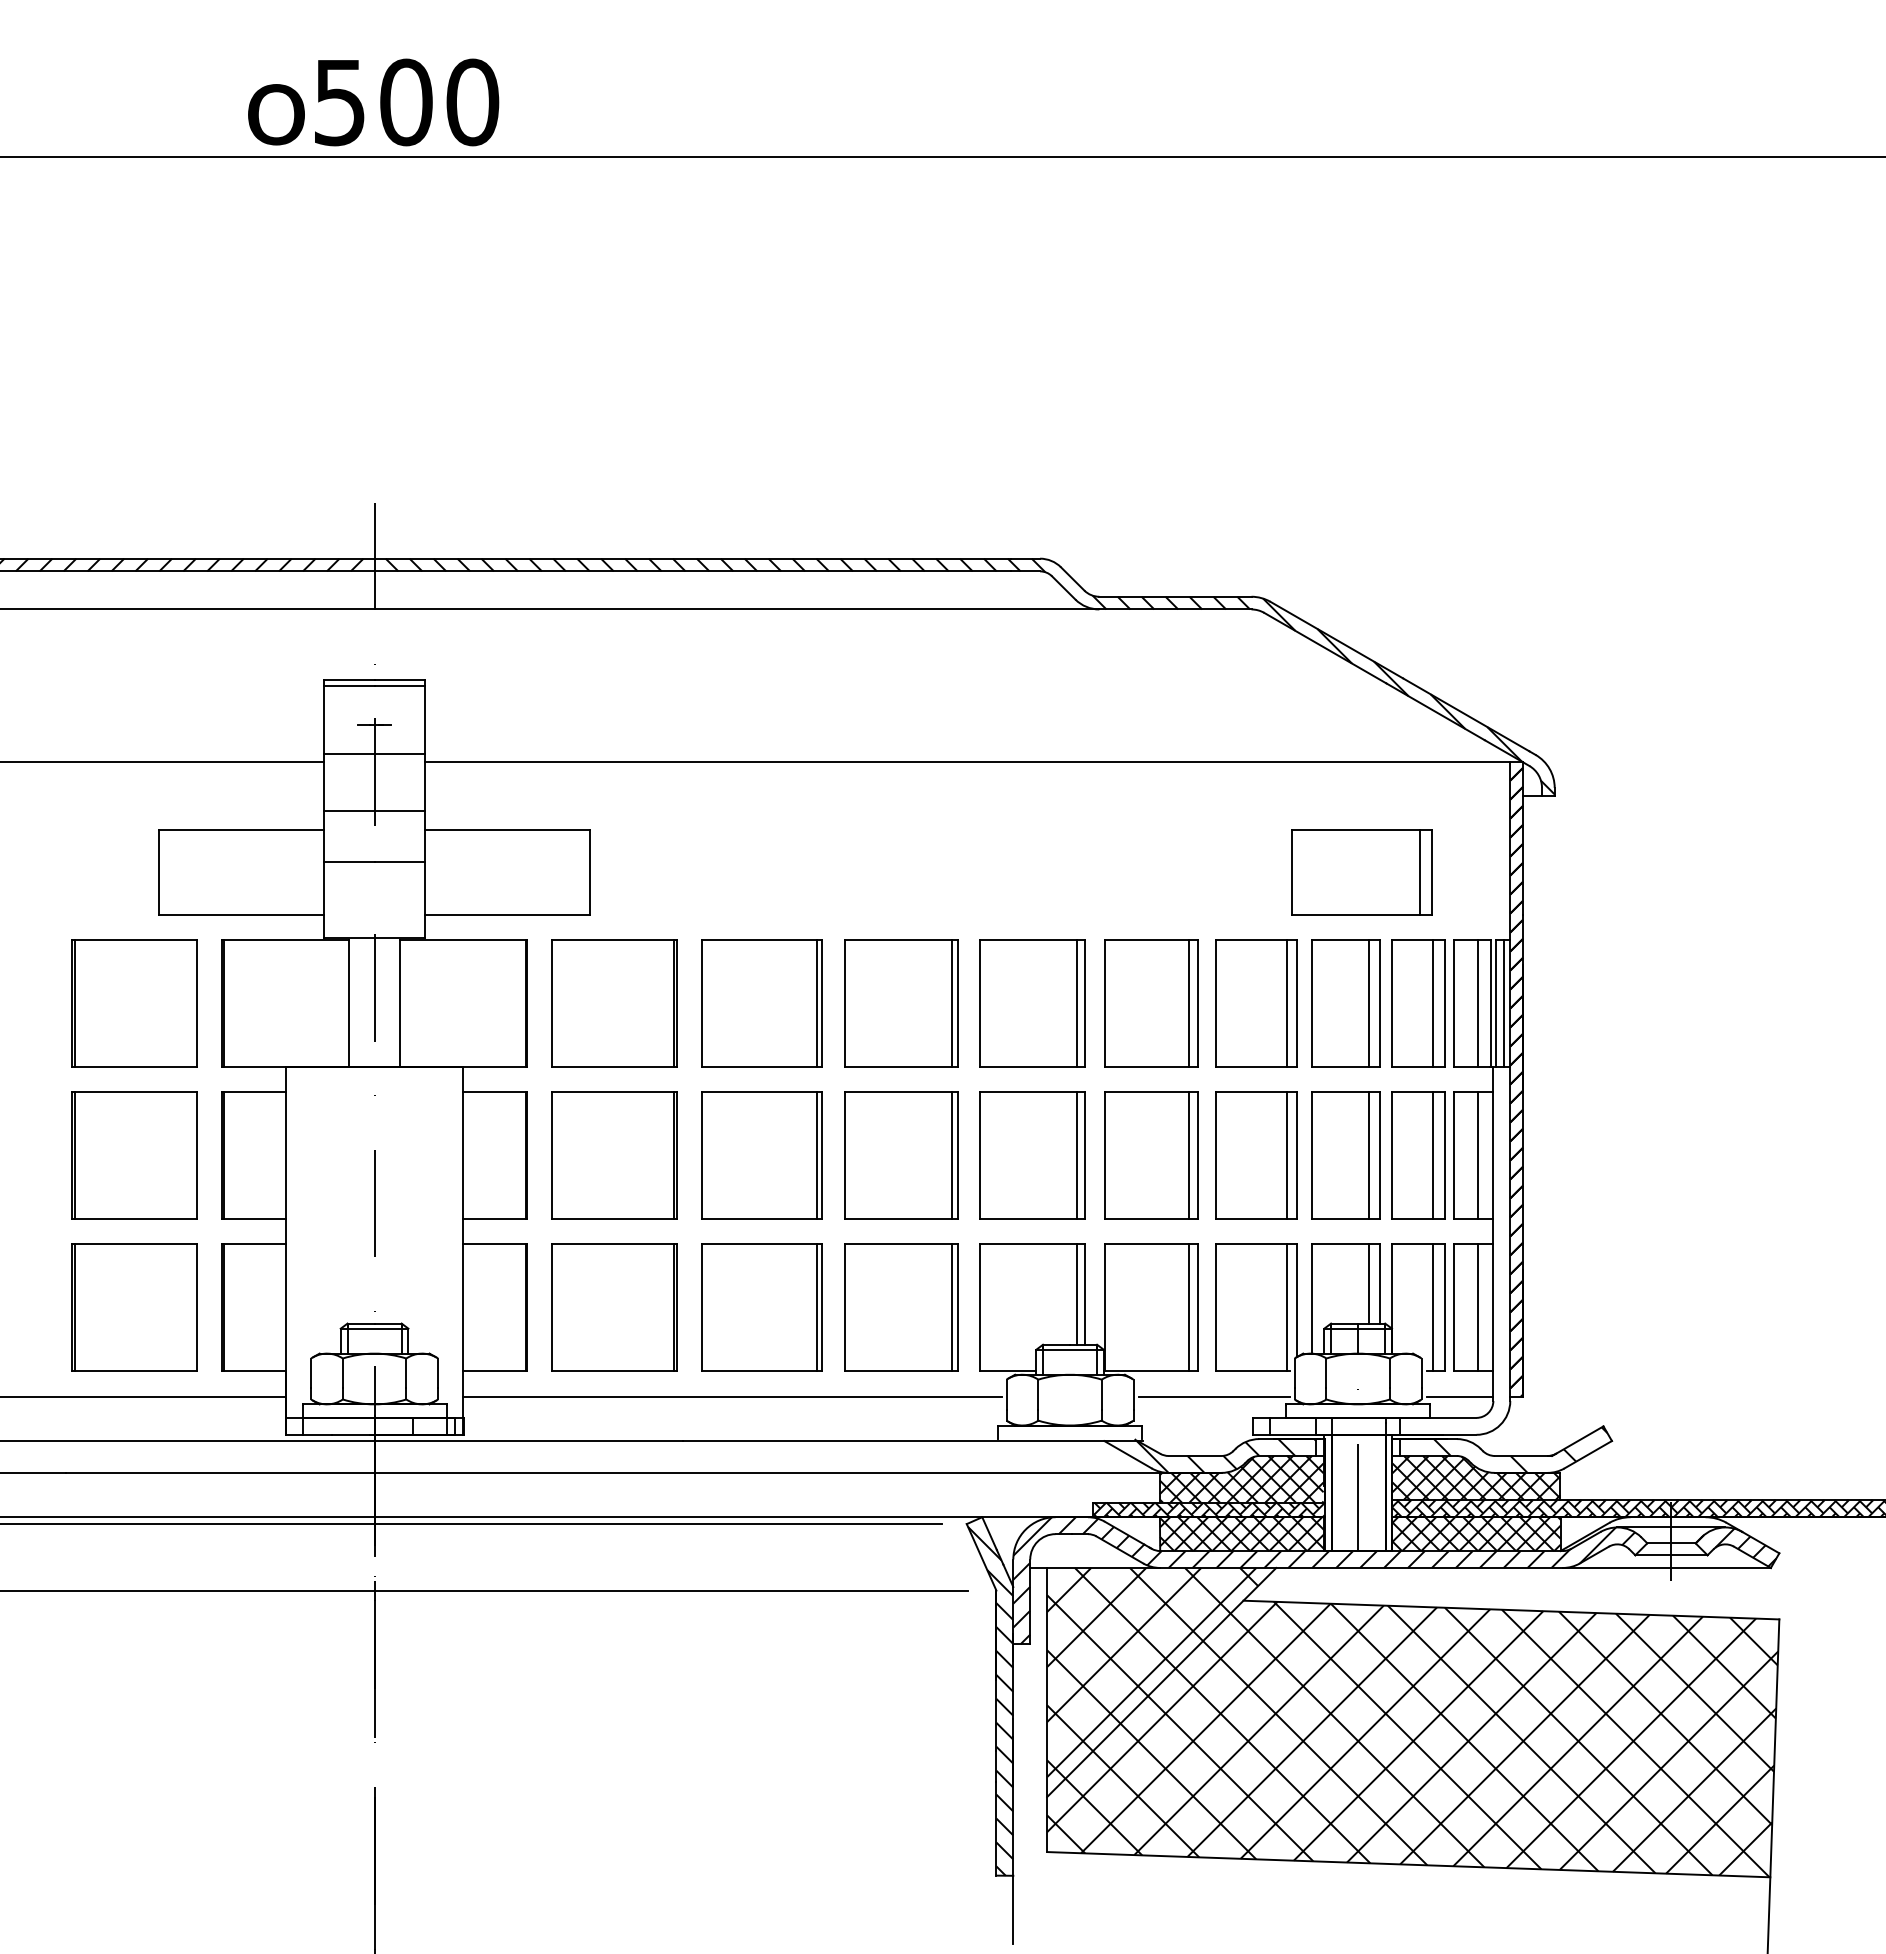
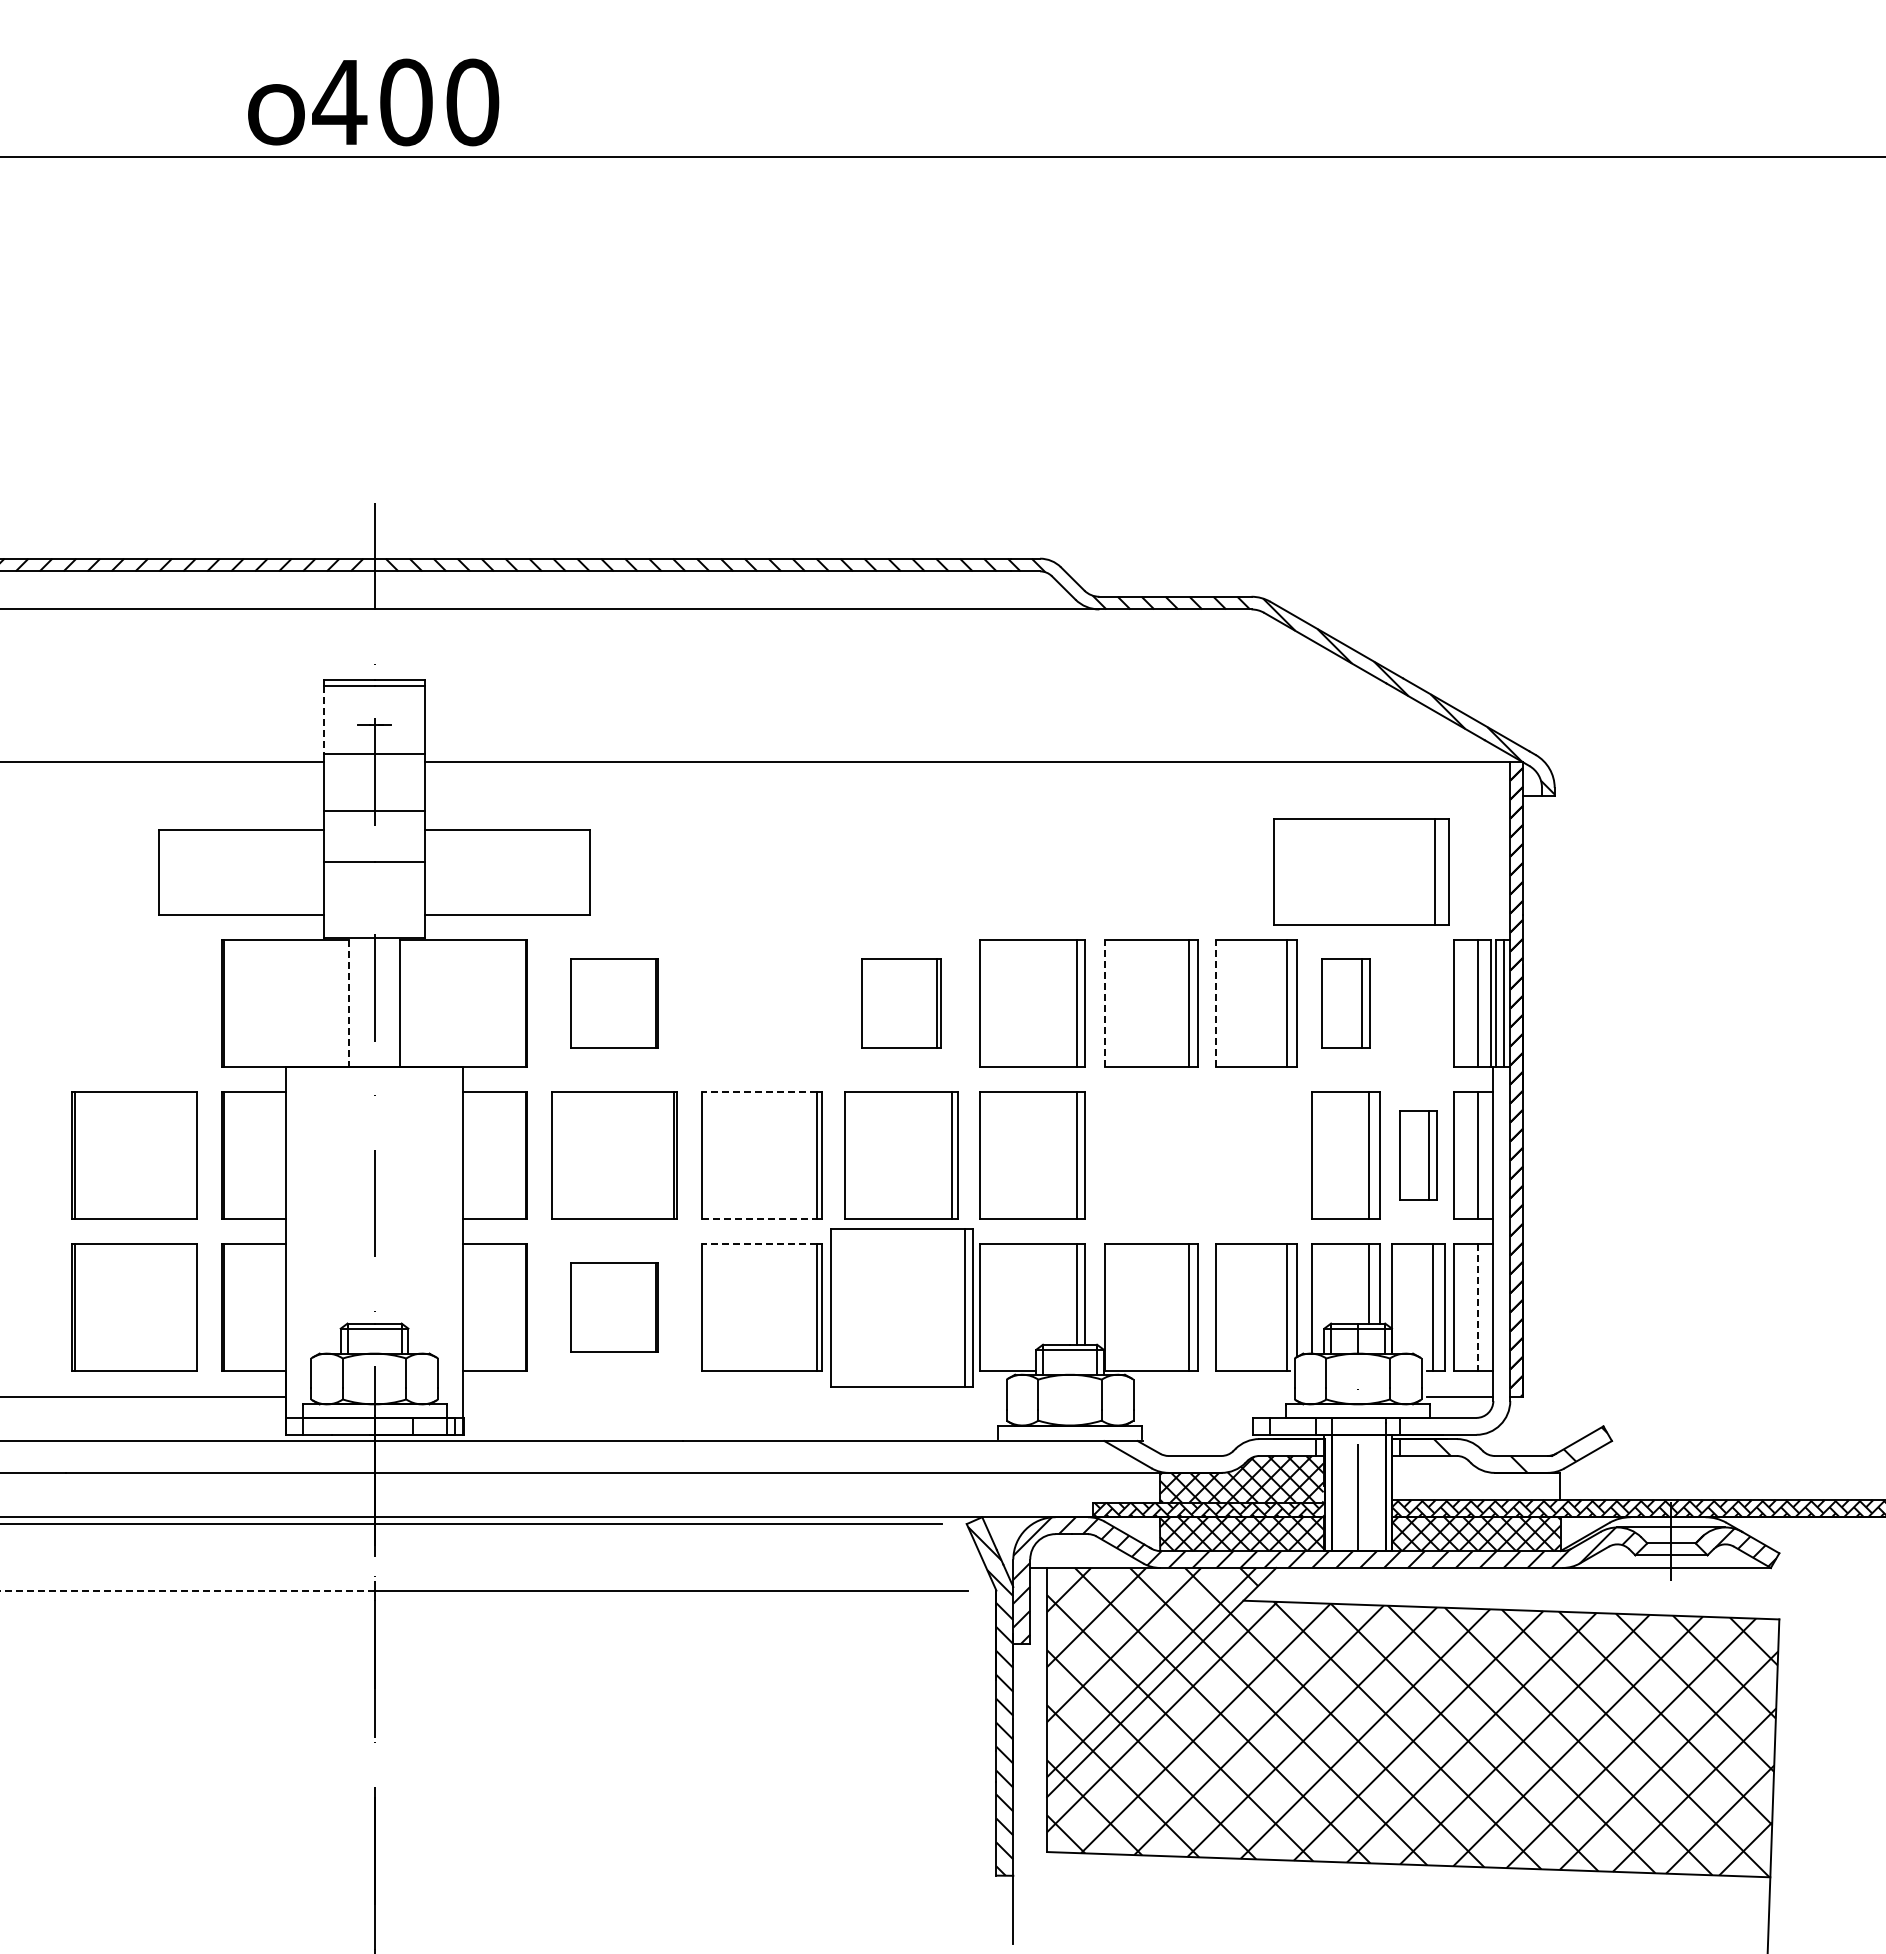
text at (339, 103): 500 -> 400
line at (323, 720): solid -> dashed
part at (1361, 872) size: 142x87 px -> 177x108 px
line at (1104, 1002): solid -> dashed
line at (1215, 1002): solid -> dashed
part at (134, 1003): present -> none
line at (349, 1003): solid -> dashed
part at (614, 1003) size: 127x129 px -> 89x91 px
part at (761, 1003): present -> none
part at (901, 1003) size: 115x129 px -> 81x91 px
part at (1345, 1003) size: 70x129 px -> 50x91 px
part at (1418, 1003): present -> none
line at (759, 1092): solid -> dashed
part at (1151, 1155): present -> none
part at (1256, 1155): present -> none
part at (1418, 1155) size: 55x129 px -> 39x91 px
line at (759, 1219): solid -> dashed
line at (759, 1244): solid -> dashed
part at (614, 1307) size: 127x129 px -> 89x91 px
part at (901, 1307) size: 115x129 px -> 144x160 px
line at (1478, 1308): solid -> dashed
line at (732, 1396): present -> none
line at (1213, 1396): present -> none
hatch at (1224, 1455): present -> none
hatch at (1476, 1477): present -> none
line at (187, 1590): solid -> dashed
